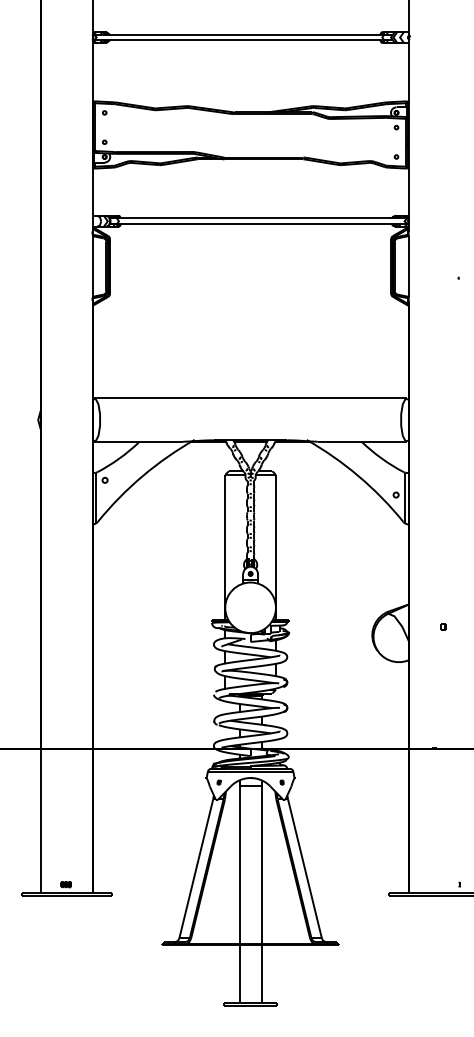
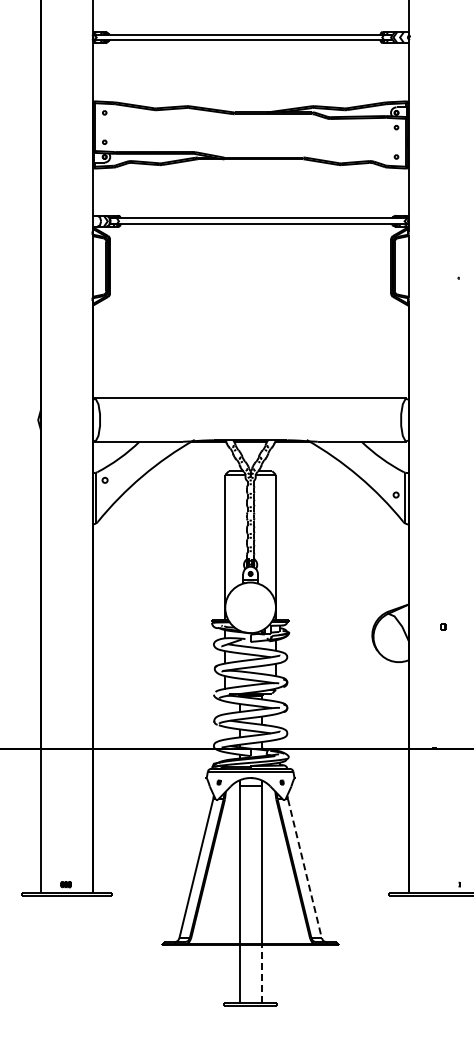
line at (304, 868): solid -> dashed
line at (261, 974): solid -> dashed
